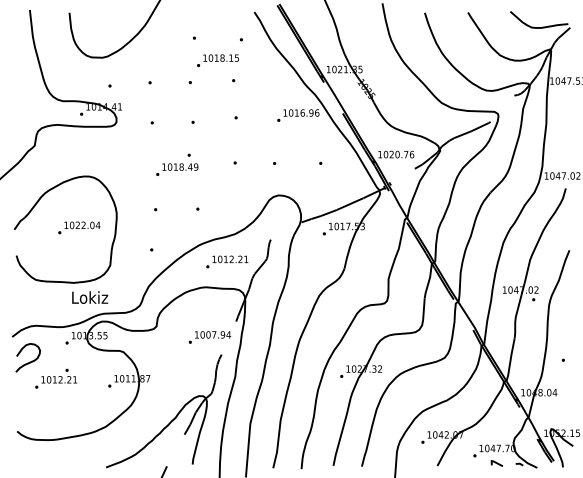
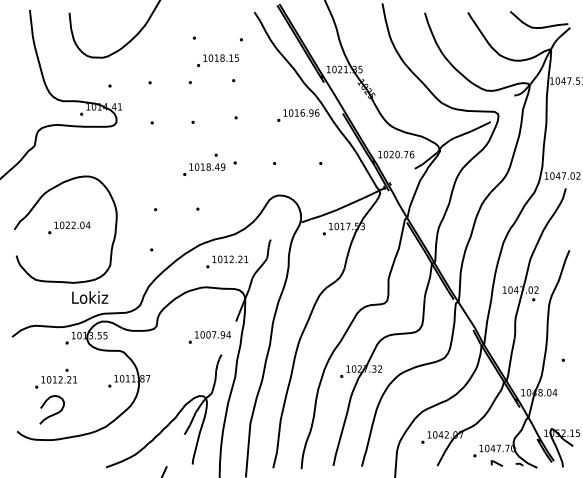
text at (177, 164) position: (177, 164) -> (204, 164)
text at (79, 227) position: (79, 227) -> (69, 227)
curve at (29, 361) position: (29, 361) -> (53, 413)
